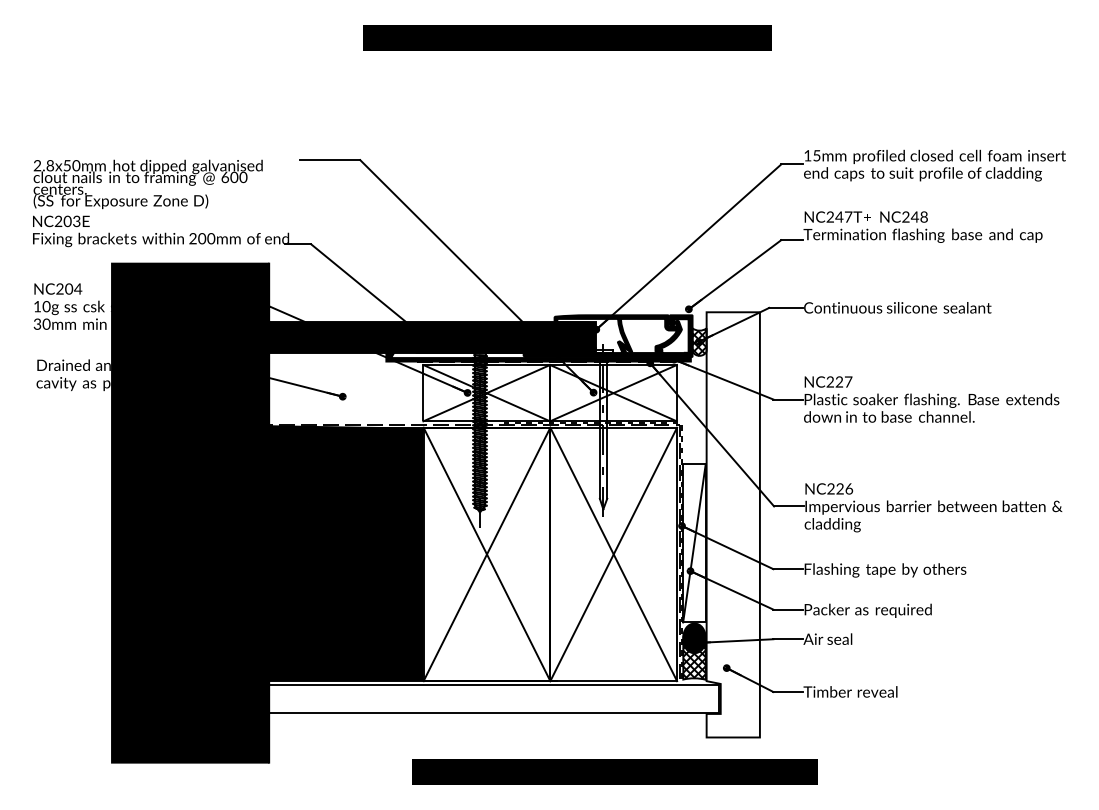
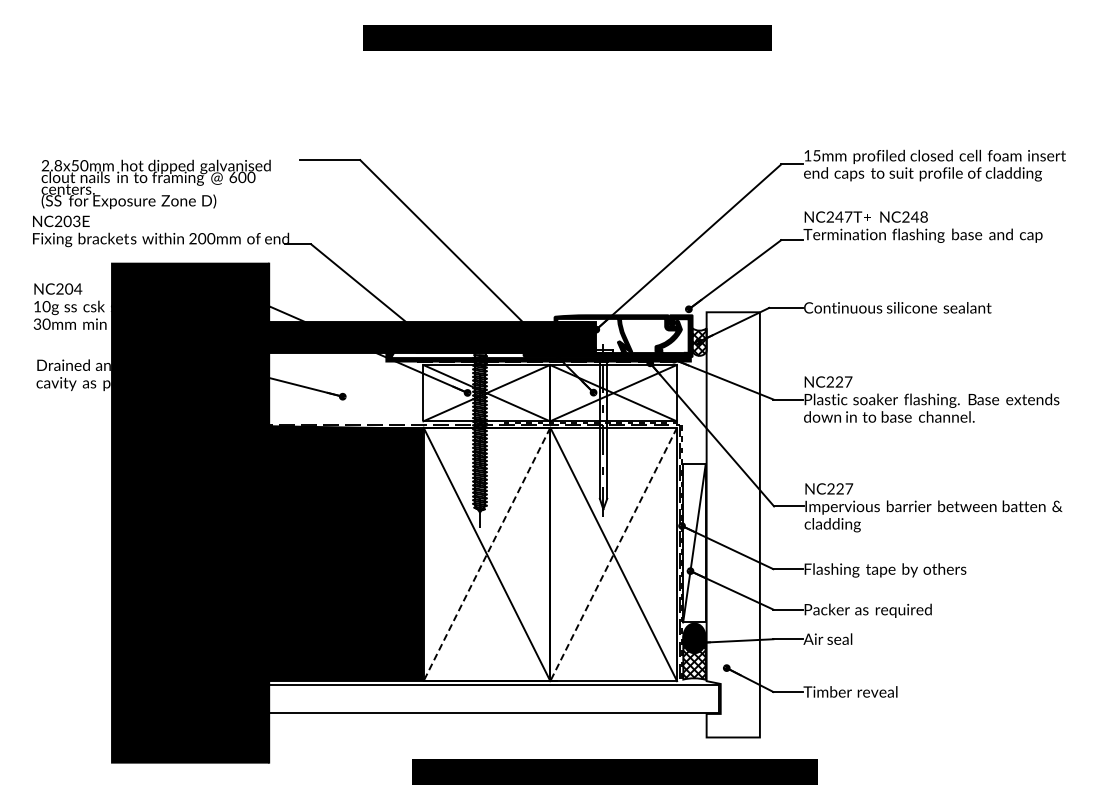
text at (147, 184) position: (147, 184) -> (155, 184)
text at (849, 488): NC226 -> NC227
line at (487, 554): solid -> dashed
line at (613, 554): solid -> dashed
